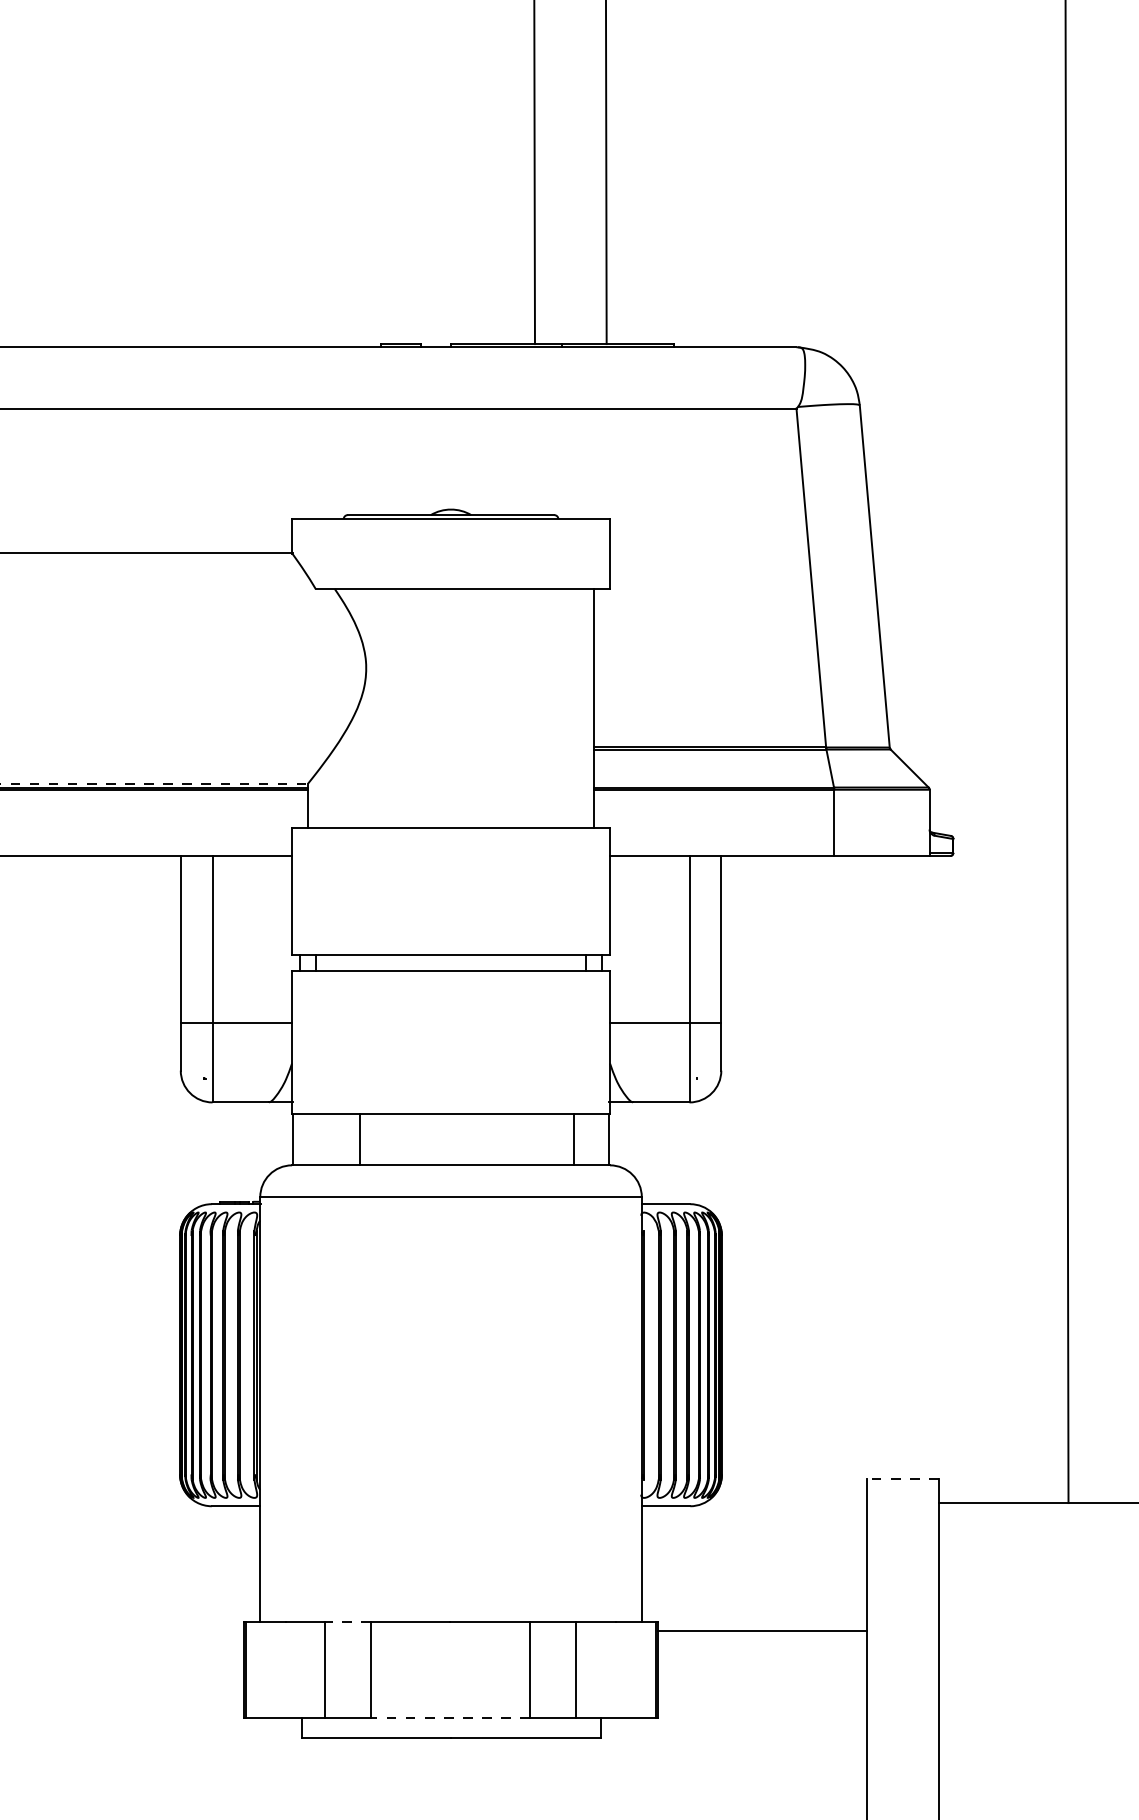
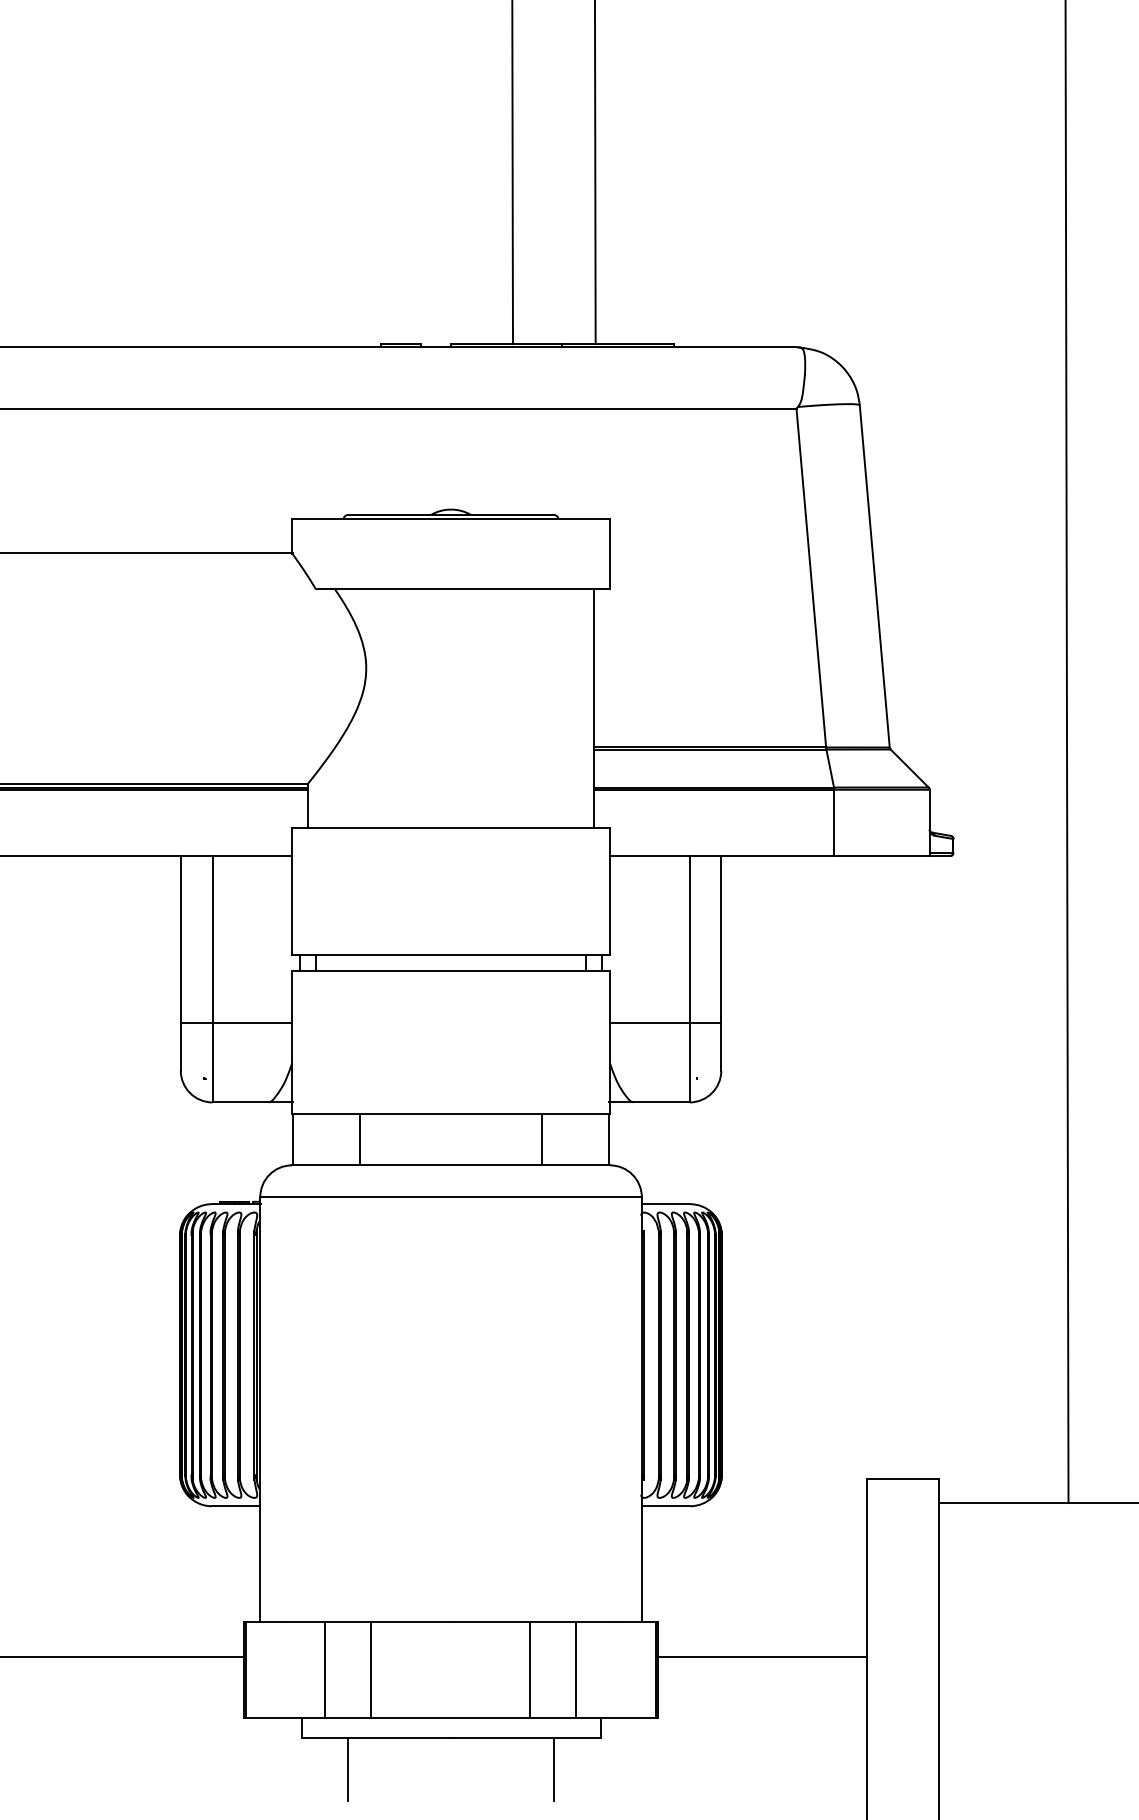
line at (534, 173) position: (534, 173) -> (512, 173)
line at (605, 173) position: (605, 173) -> (594, 173)
line at (154, 783): dashed -> solid
line at (574, 1139) position: (574, 1139) -> (542, 1139)
line at (902, 1479): dashed -> solid
line at (348, 1622): dashed -> solid
line at (762, 1631) position: (762, 1631) -> (762, 1657)
line at (123, 1657): none -> present
line at (449, 1717): dashed -> solid
line at (347, 1768): none -> present
line at (554, 1768): none -> present
